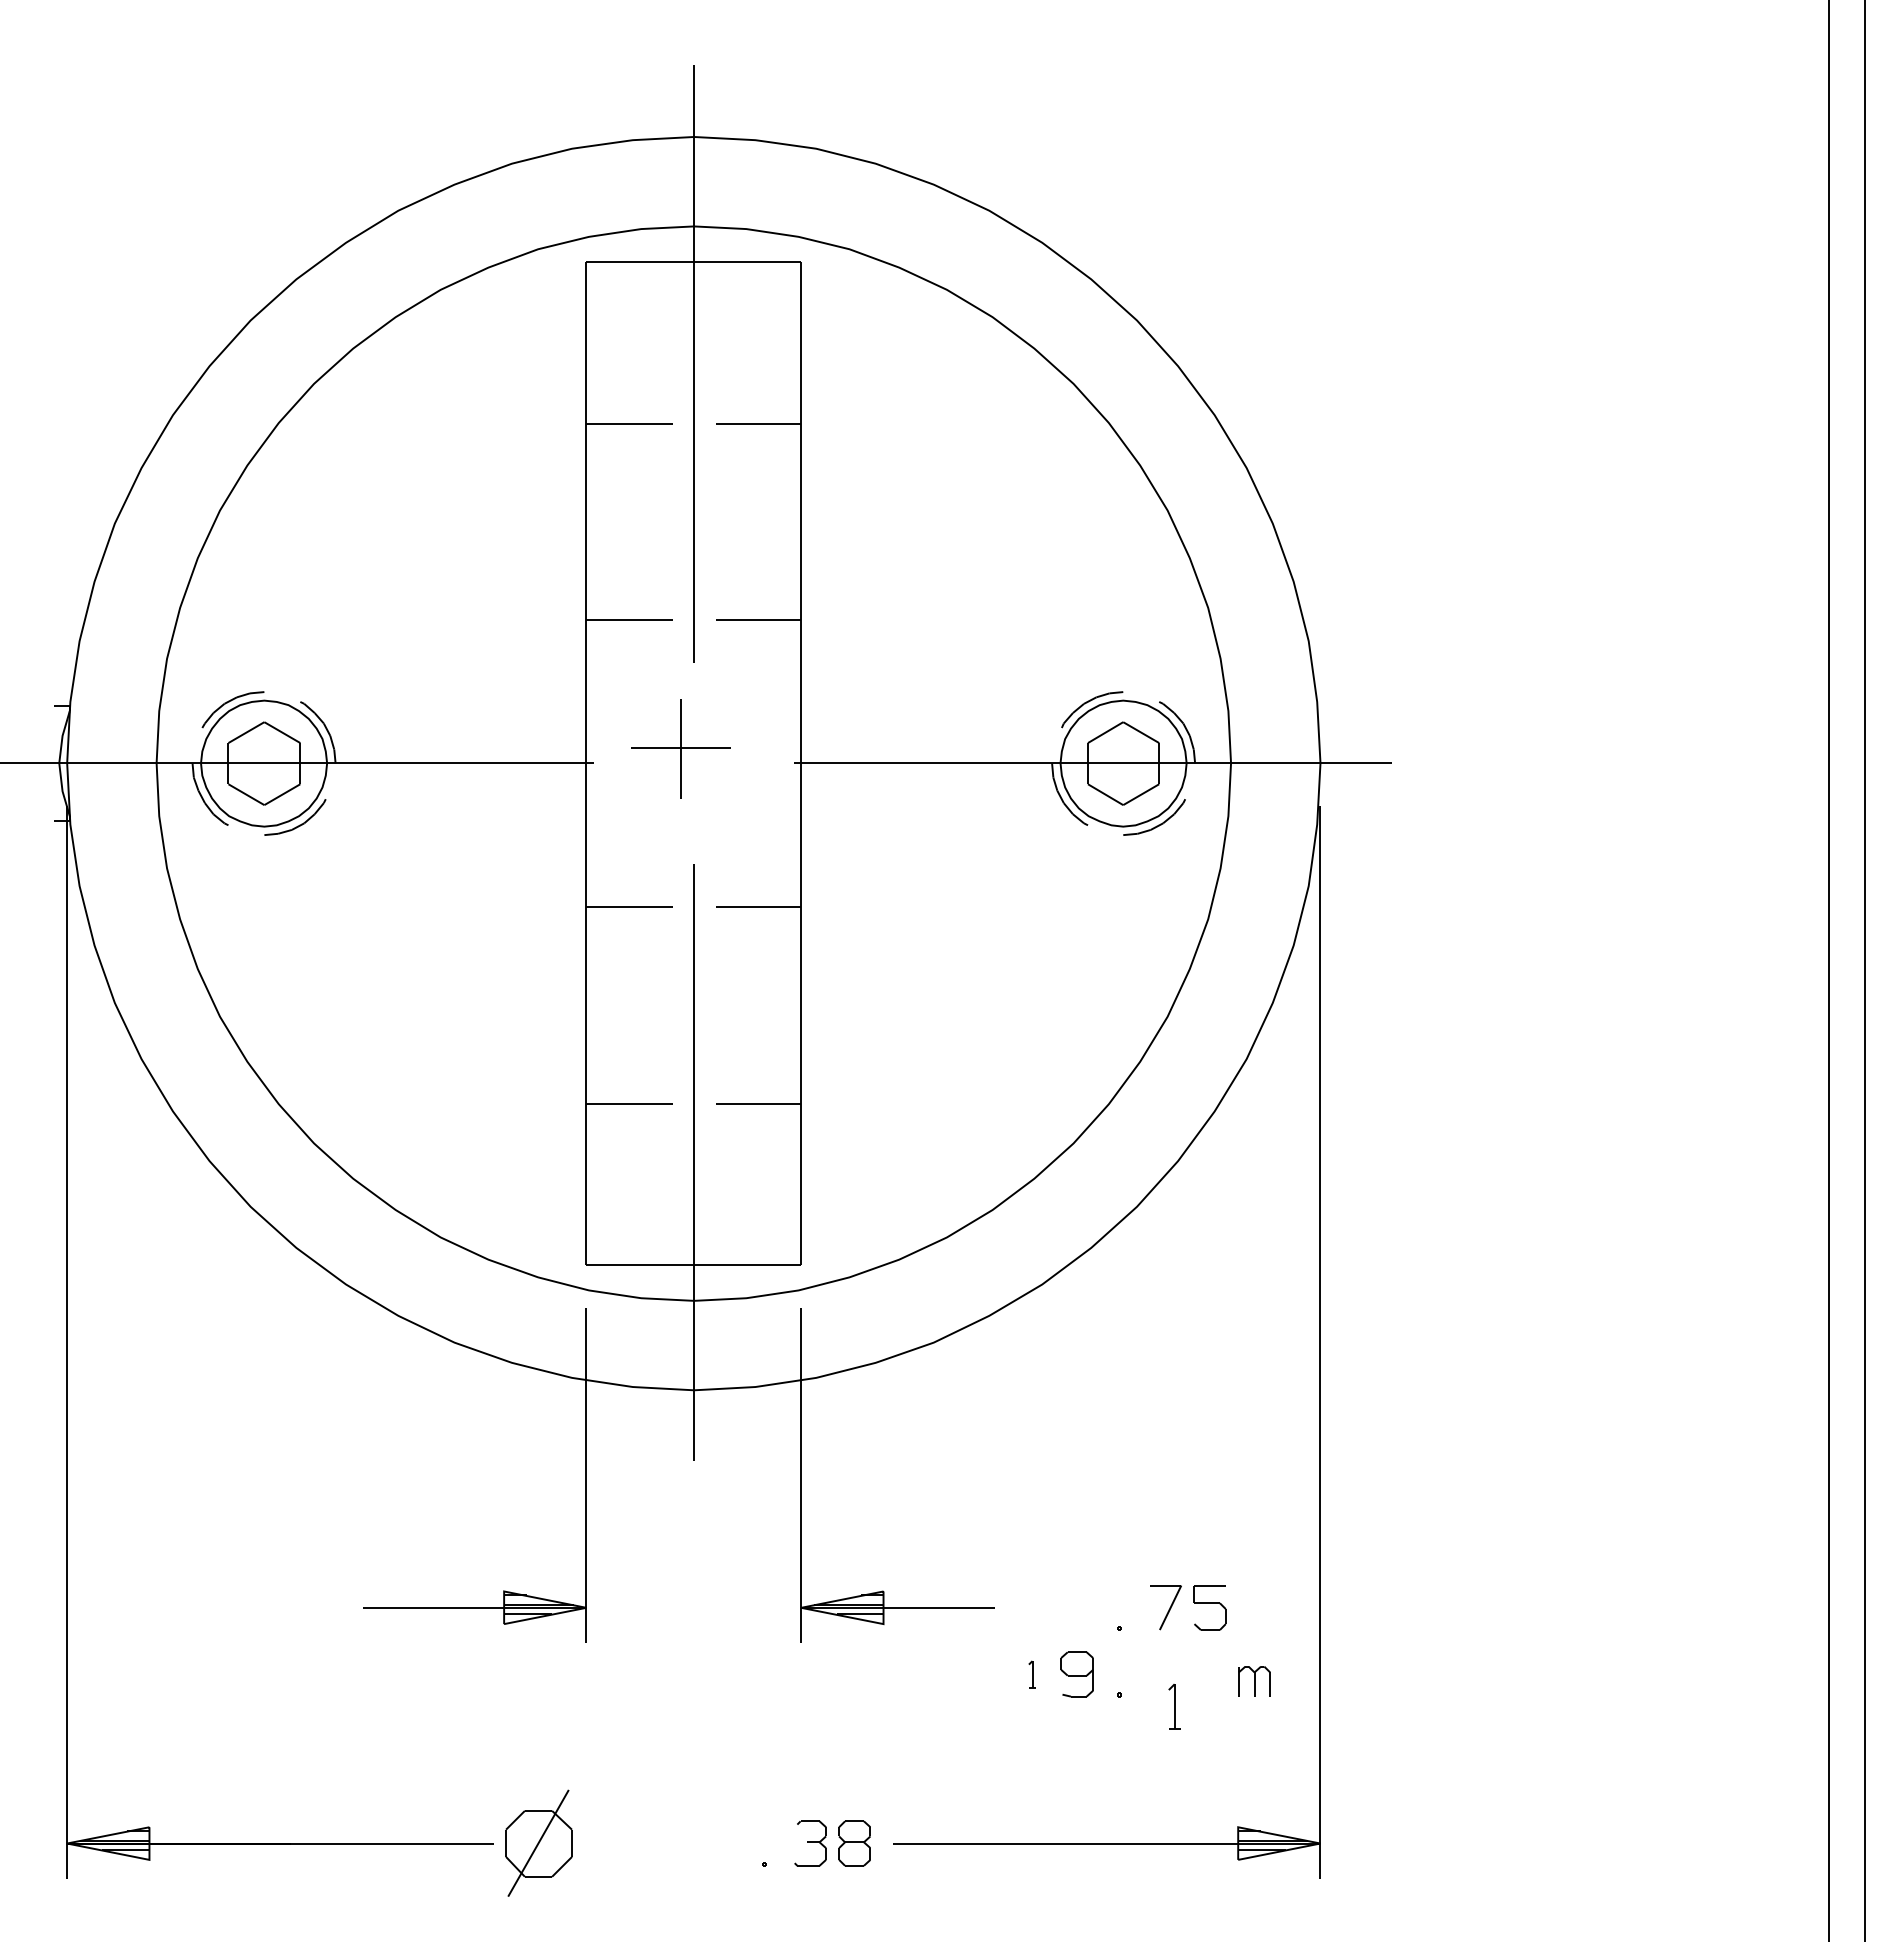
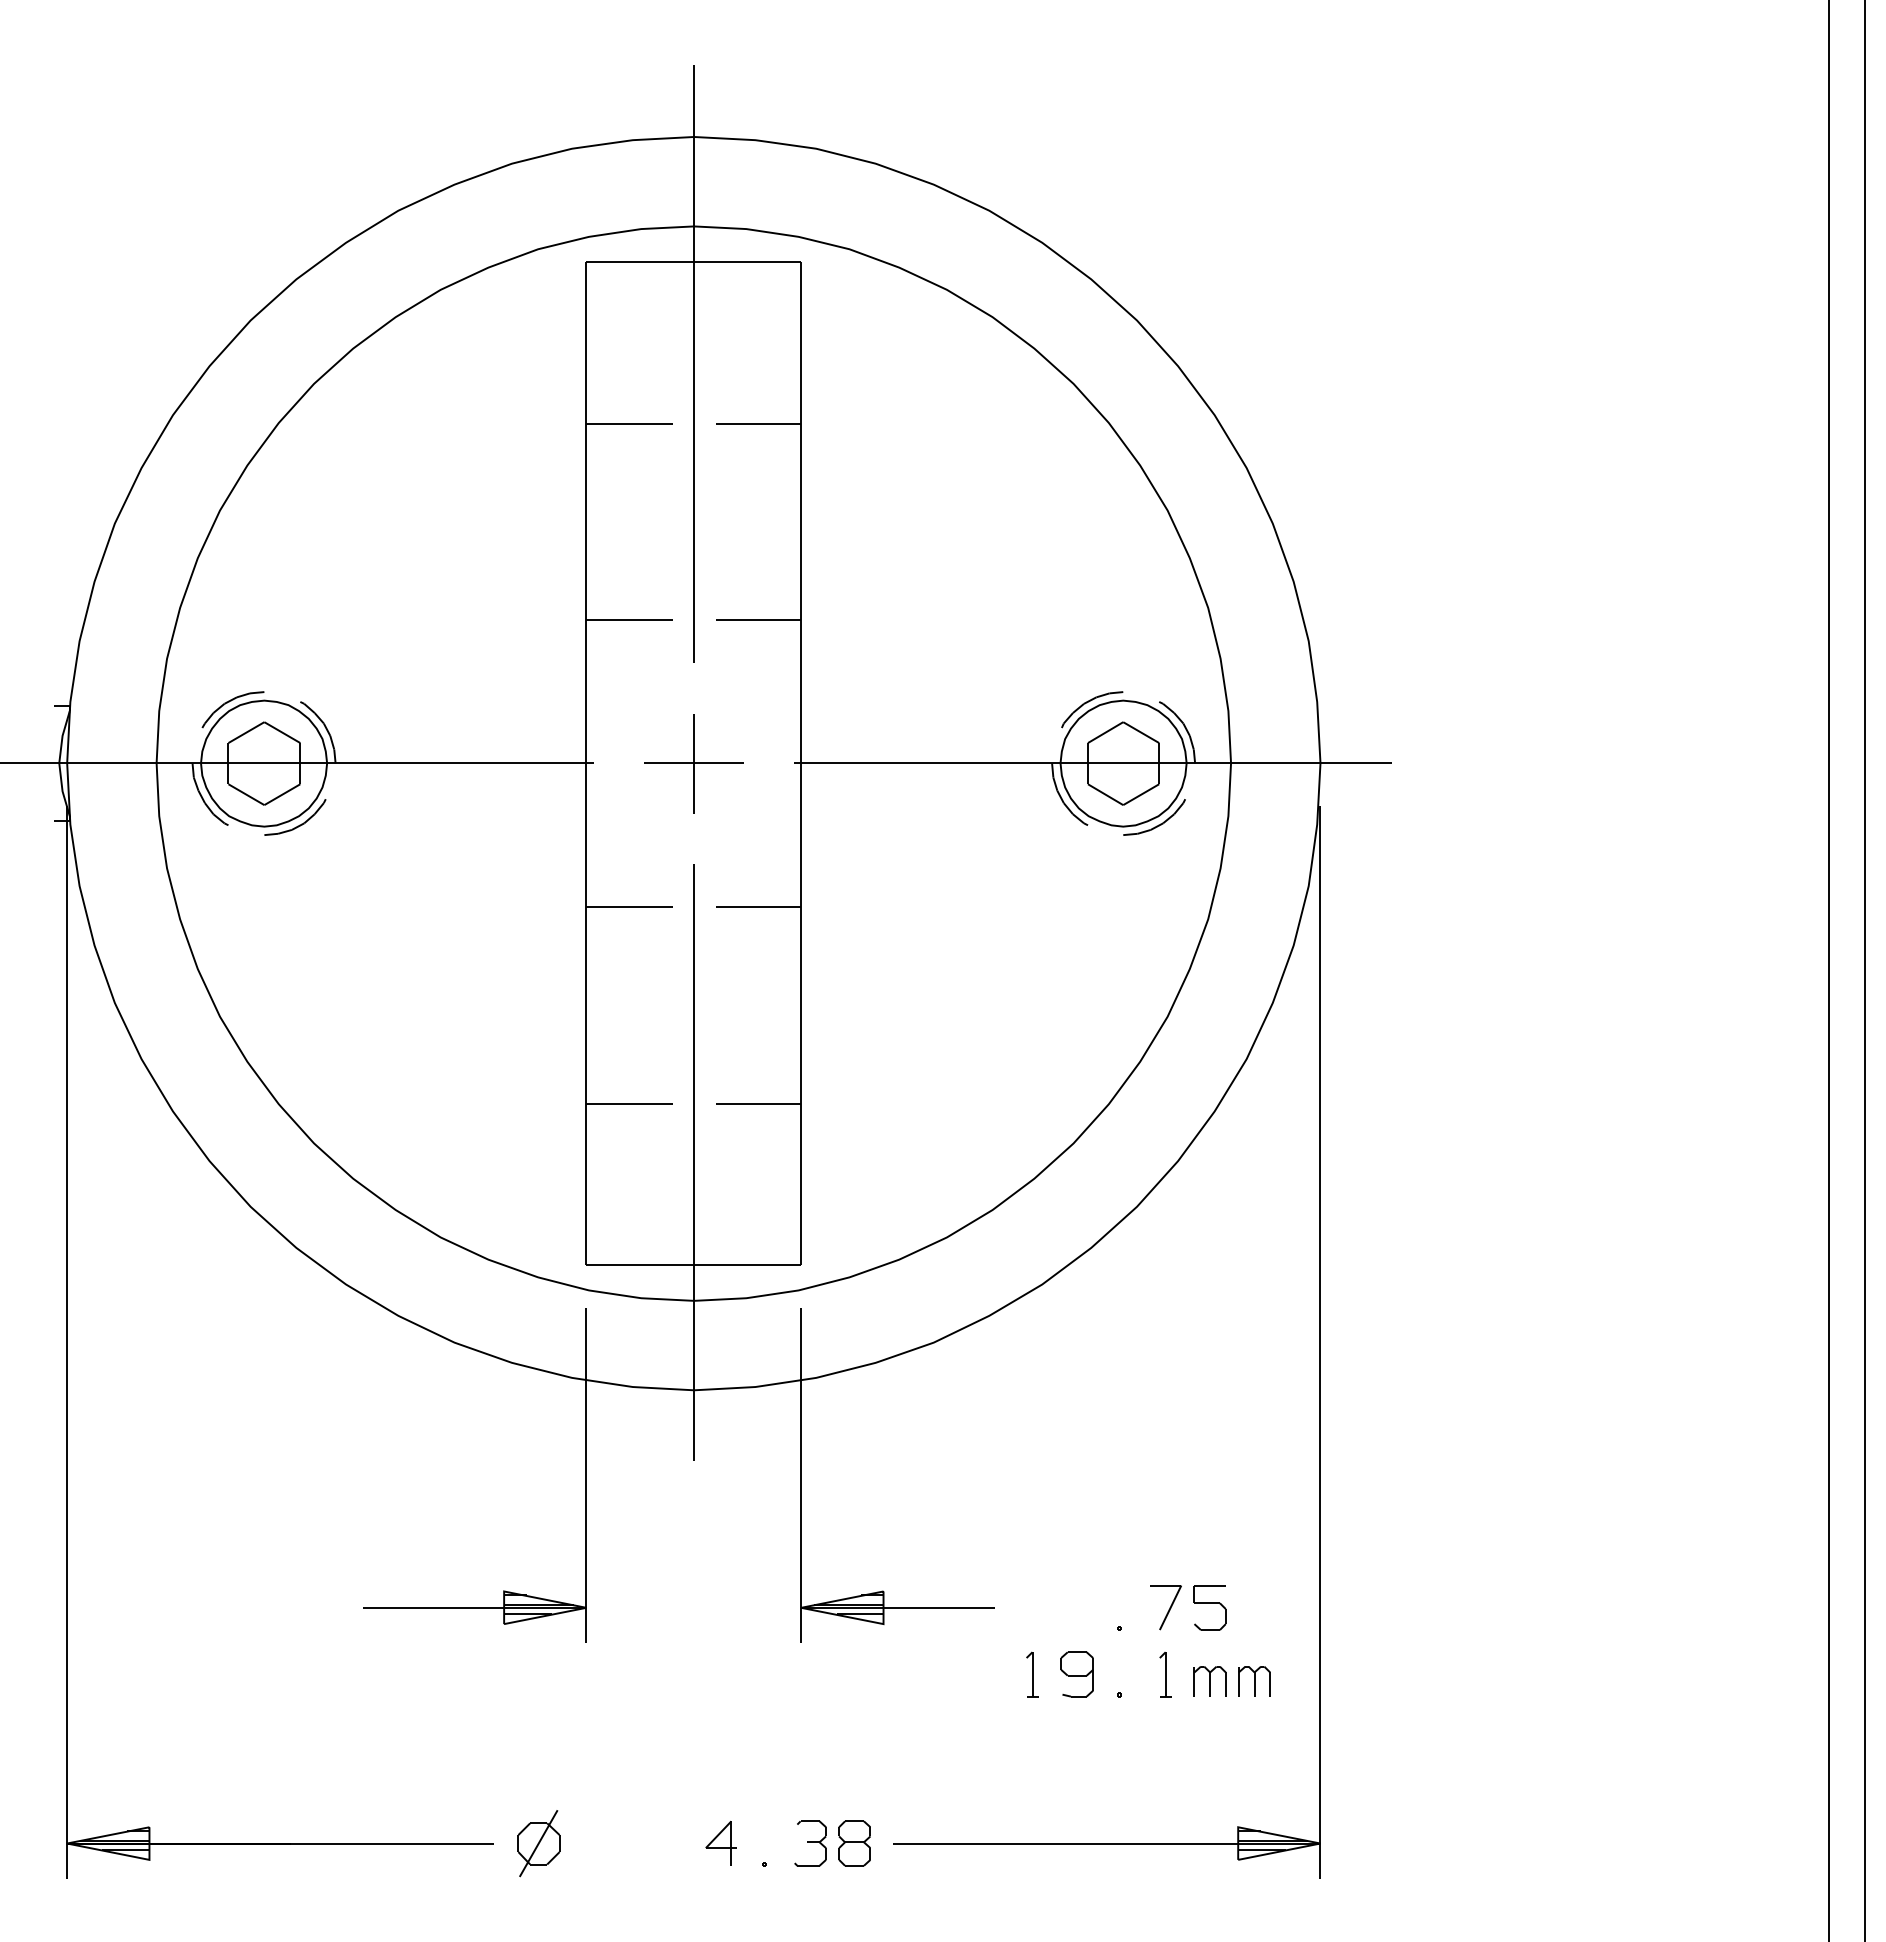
part at (680, 748) position: (680, 748) -> (693, 763)
part at (1031, 1674) size: 8x29 px -> 13x47 px
part at (1209, 1681): none -> present
part at (1174, 1706) position: (1174, 1706) -> (1165, 1674)
part at (538, 1842) size: 68x108 px -> 44x68 px
part at (720, 1843): none -> present
